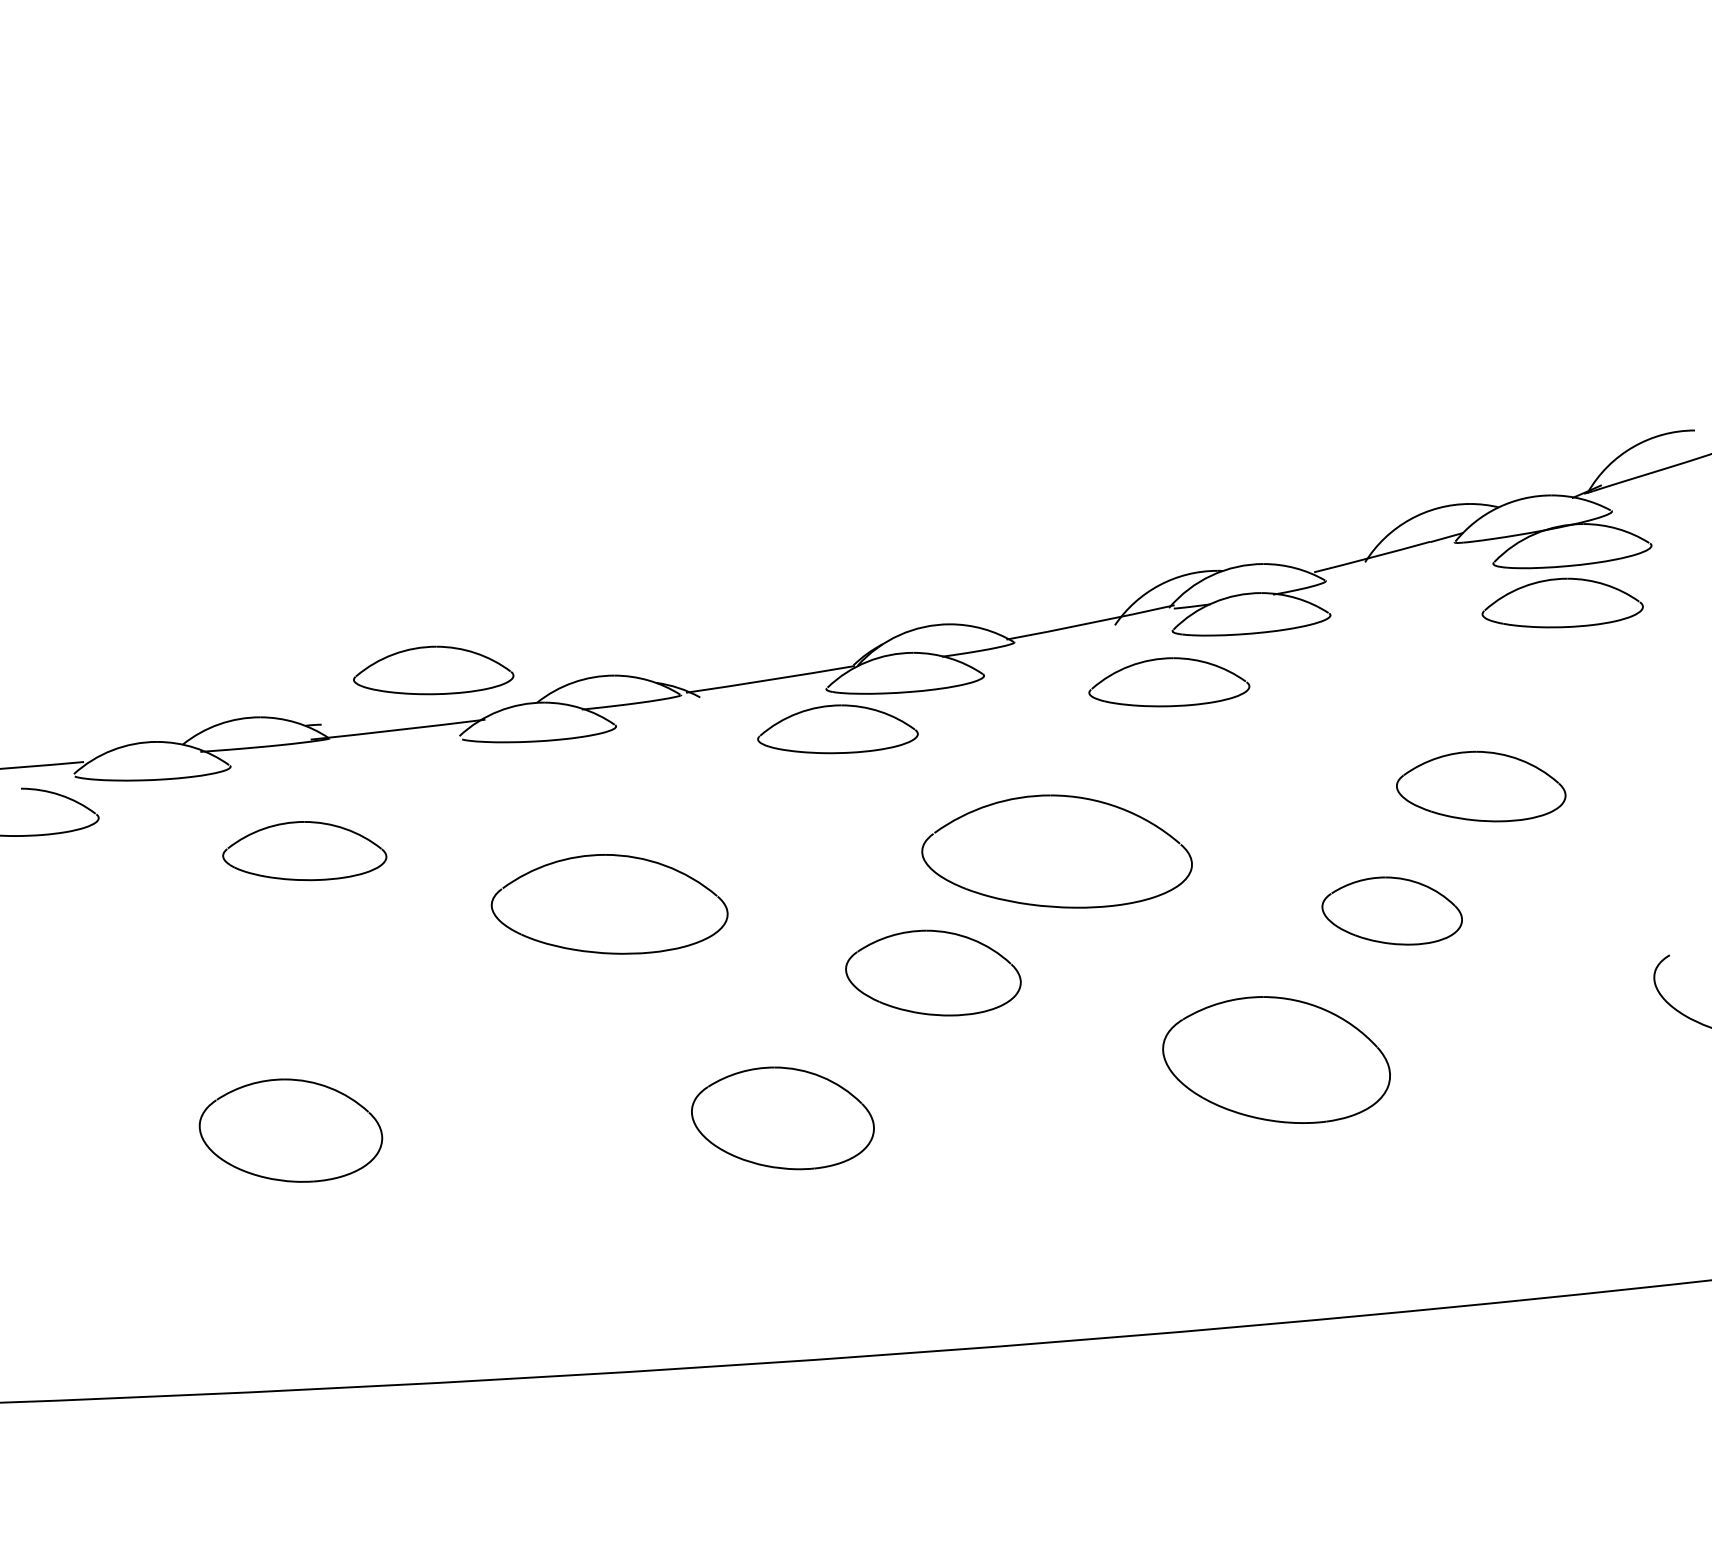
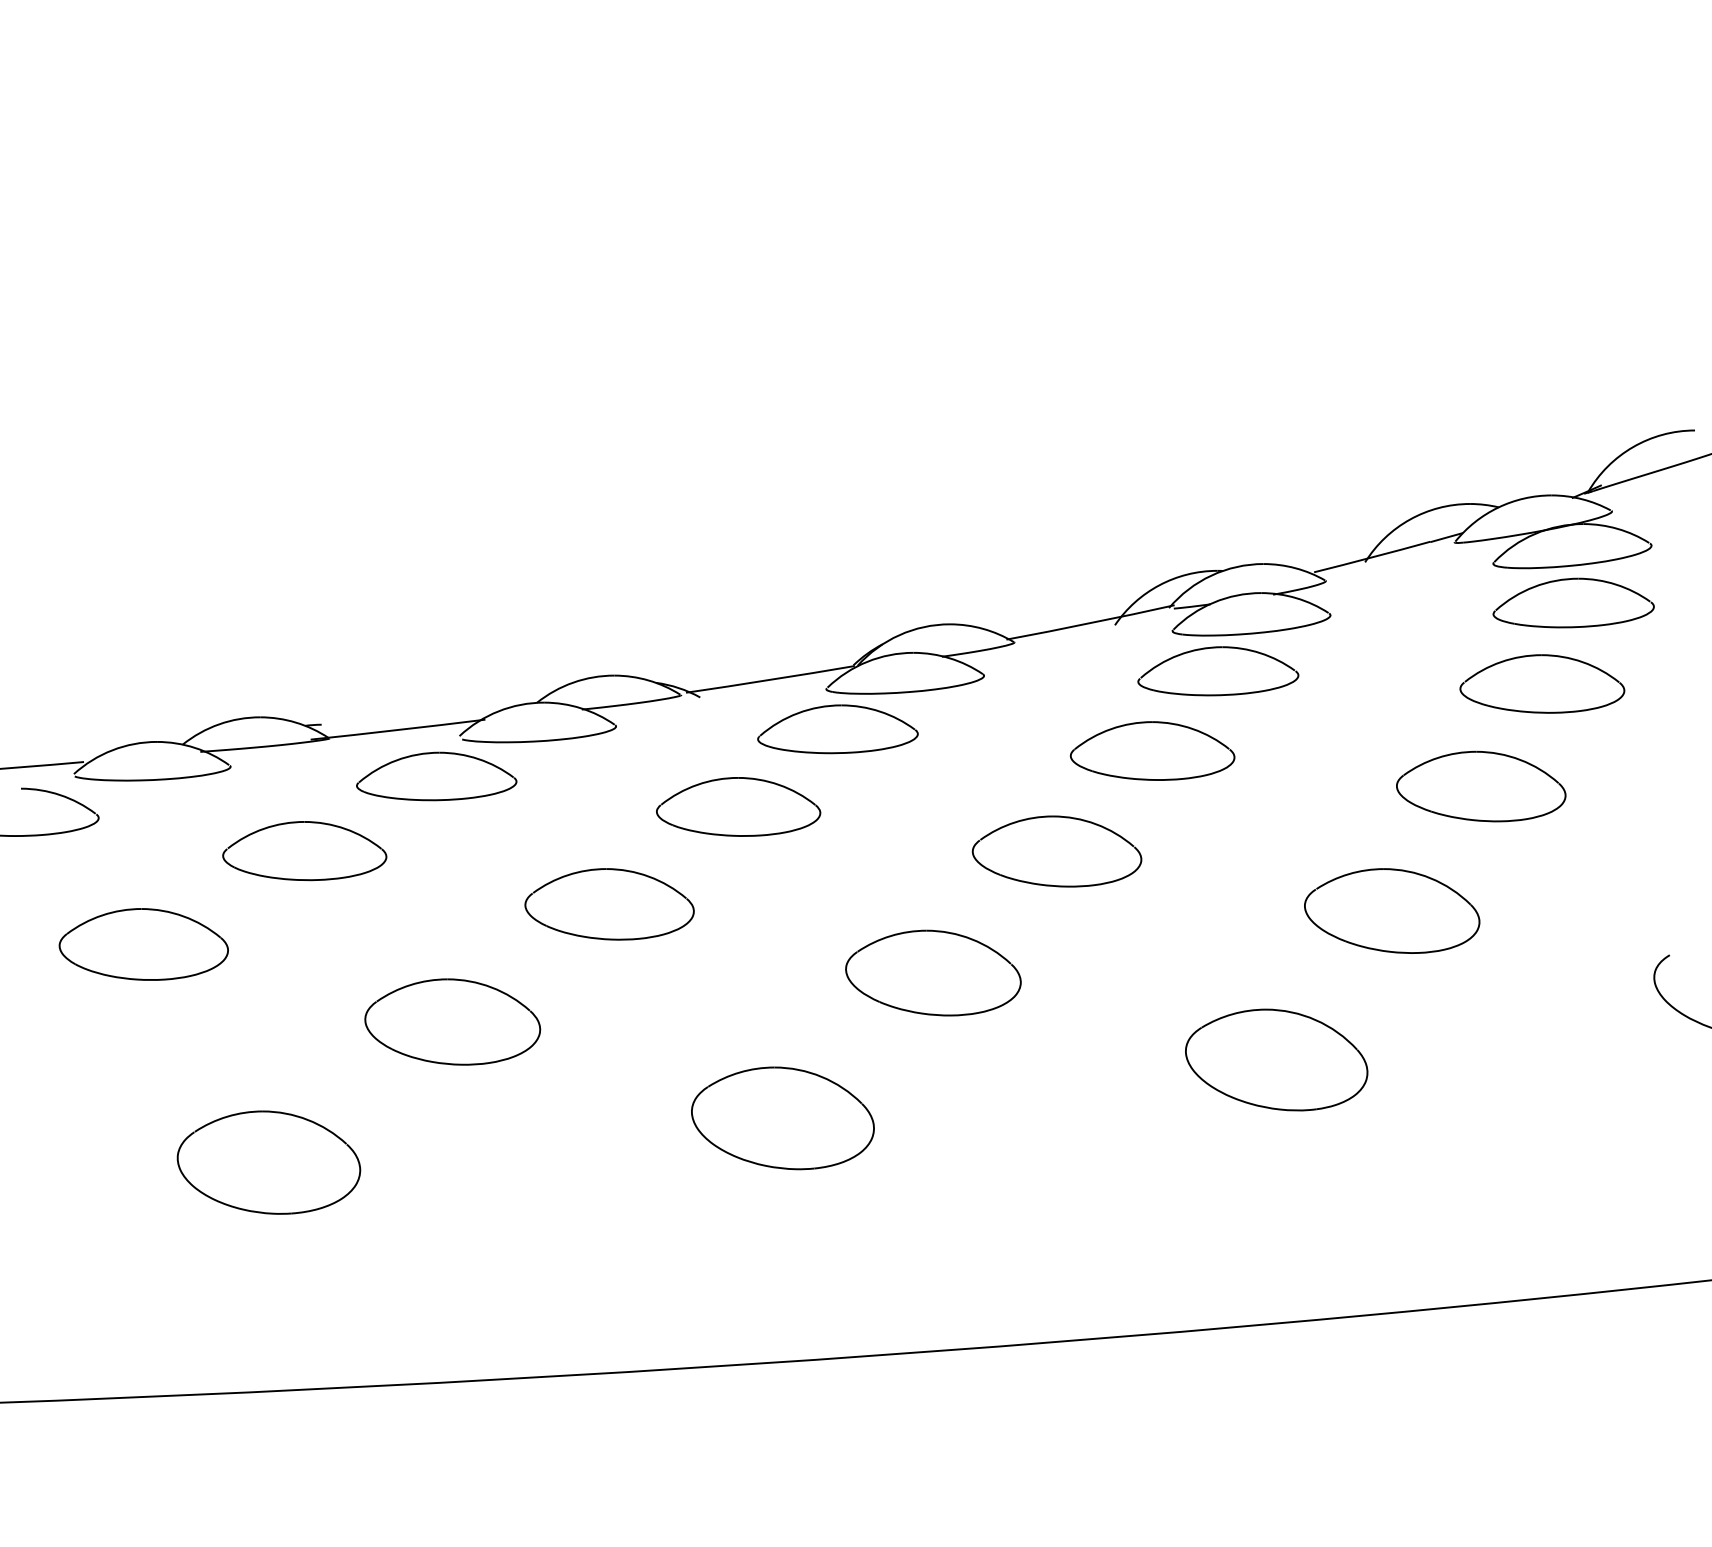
part at (1562, 602) position: (1562, 602) -> (1573, 602)
part at (433, 670) position: (433, 670) -> (436, 776)
part at (1169, 682) position: (1169, 682) -> (1218, 671)
part at (1542, 683): none -> present
part at (1152, 750): none -> present
part at (738, 806): none -> present
part at (1056, 851) size: 272x115 px -> 172x73 px
part at (609, 904) size: 239x101 px -> 171x73 px
part at (1391, 910) size: 142x70 px -> 177x86 px
part at (143, 944): none -> present
part at (452, 1021): none -> present
part at (1276, 1059) size: 229x128 px -> 184x104 px
part at (290, 1130) position: (290, 1130) -> (268, 1162)
